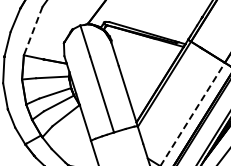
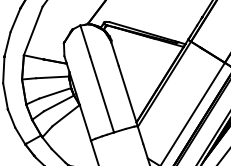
line at (33, 31): dashed -> solid
line at (193, 113): dashed -> solid
